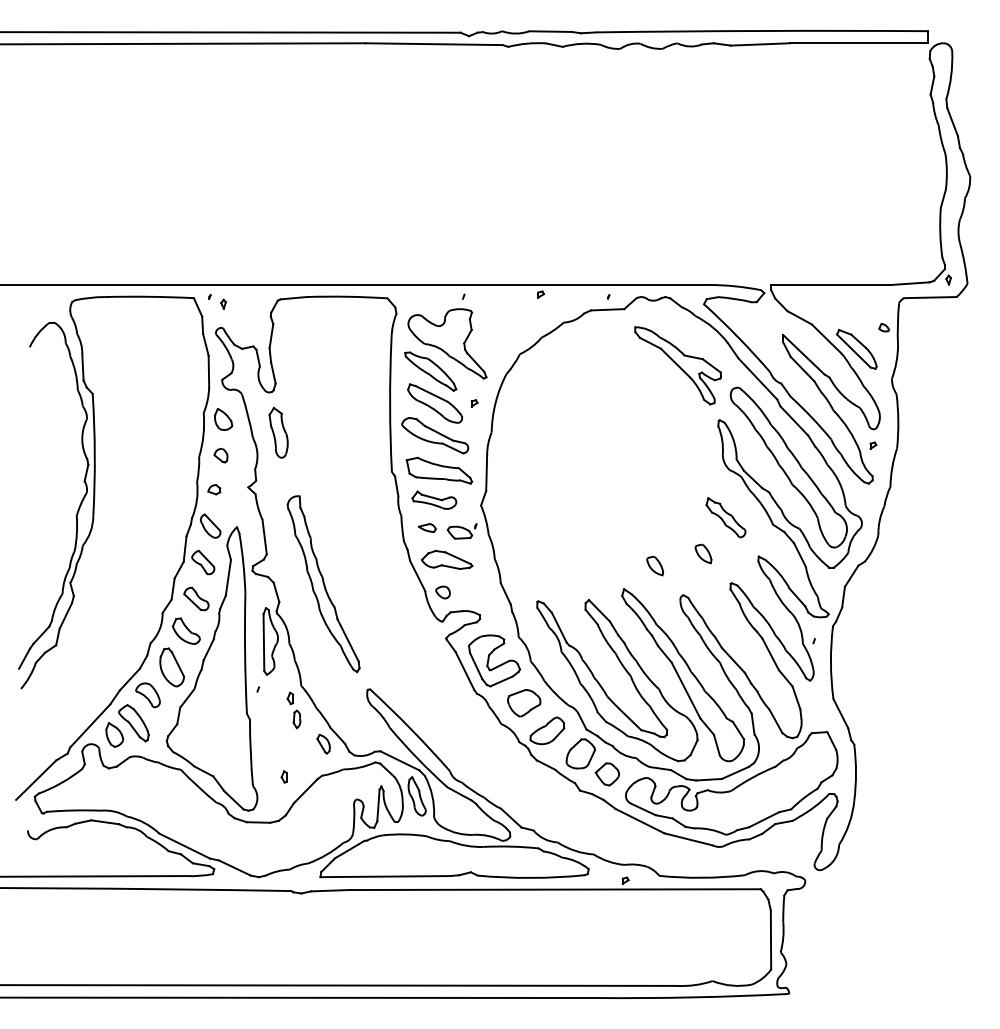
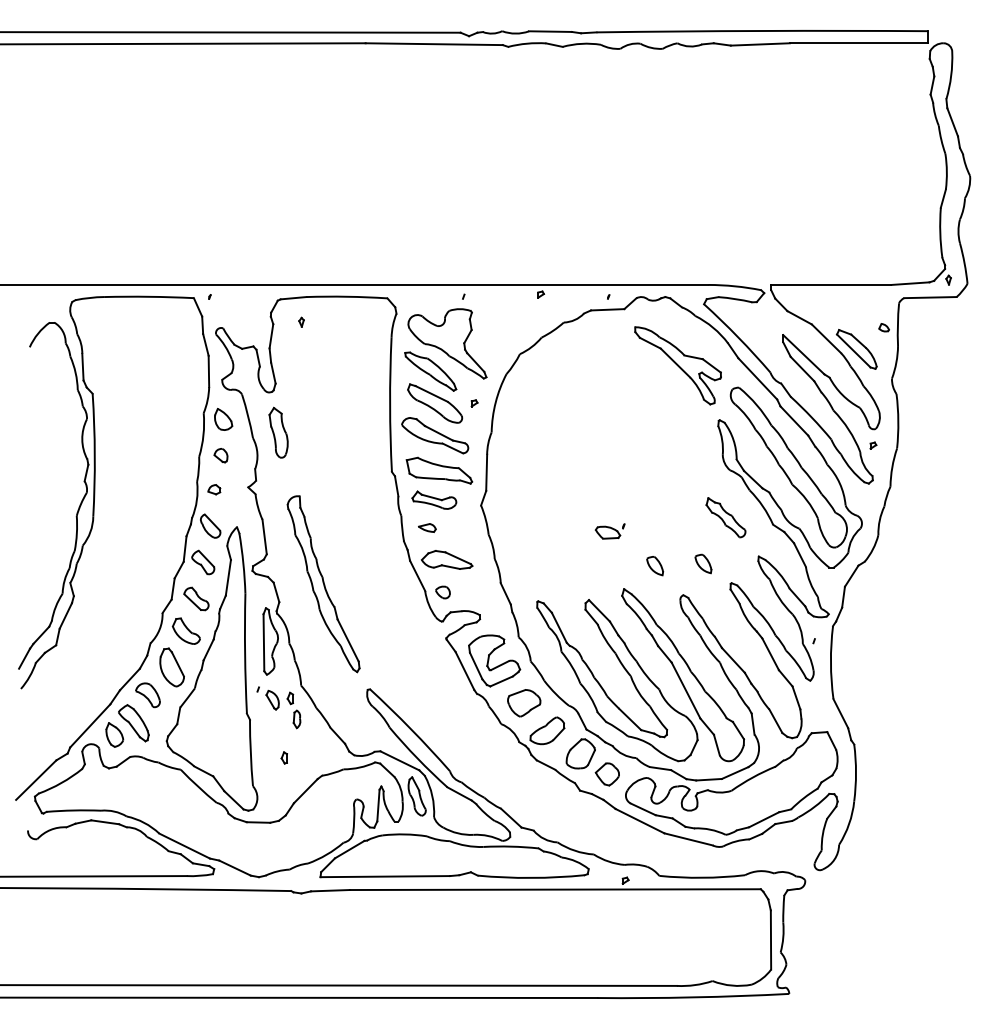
part at (223, 303) position: (223, 303) -> (301, 321)
part at (461, 531) position: (461, 531) -> (609, 531)
part at (703, 553) position: (703, 553) -> (703, 563)
part at (323, 743) position: (323, 743) -> (272, 699)
part at (283, 776) position: (283, 776) -> (283, 757)
